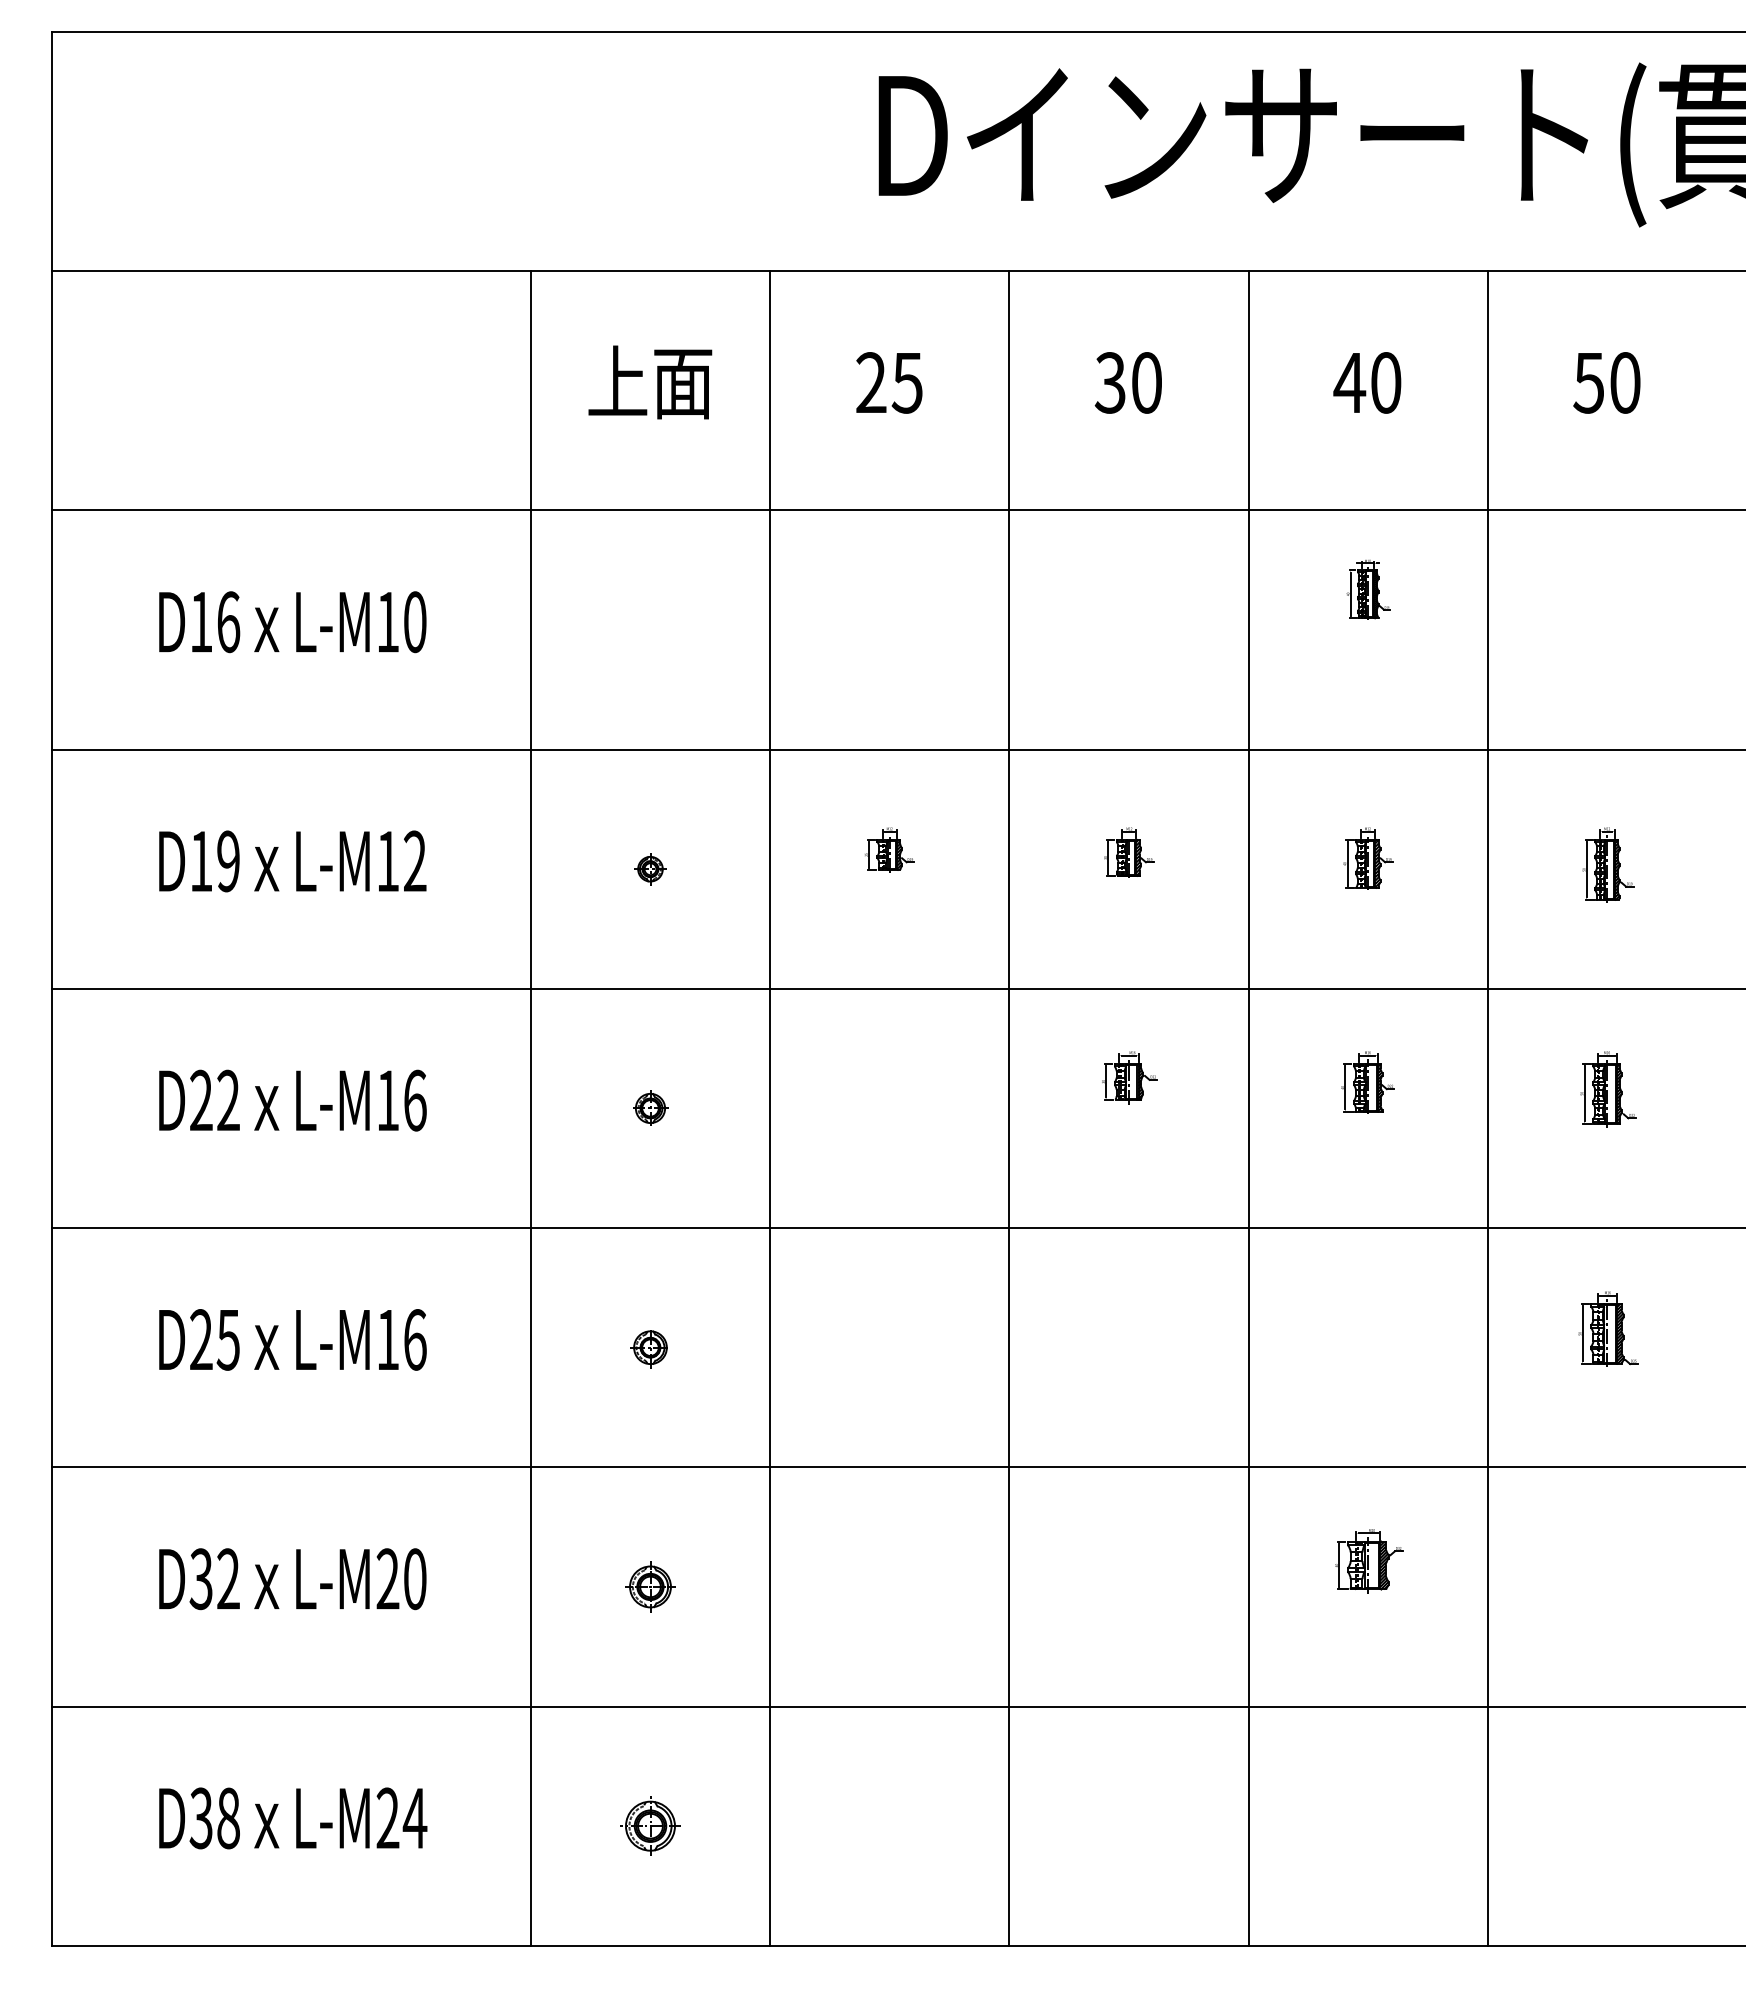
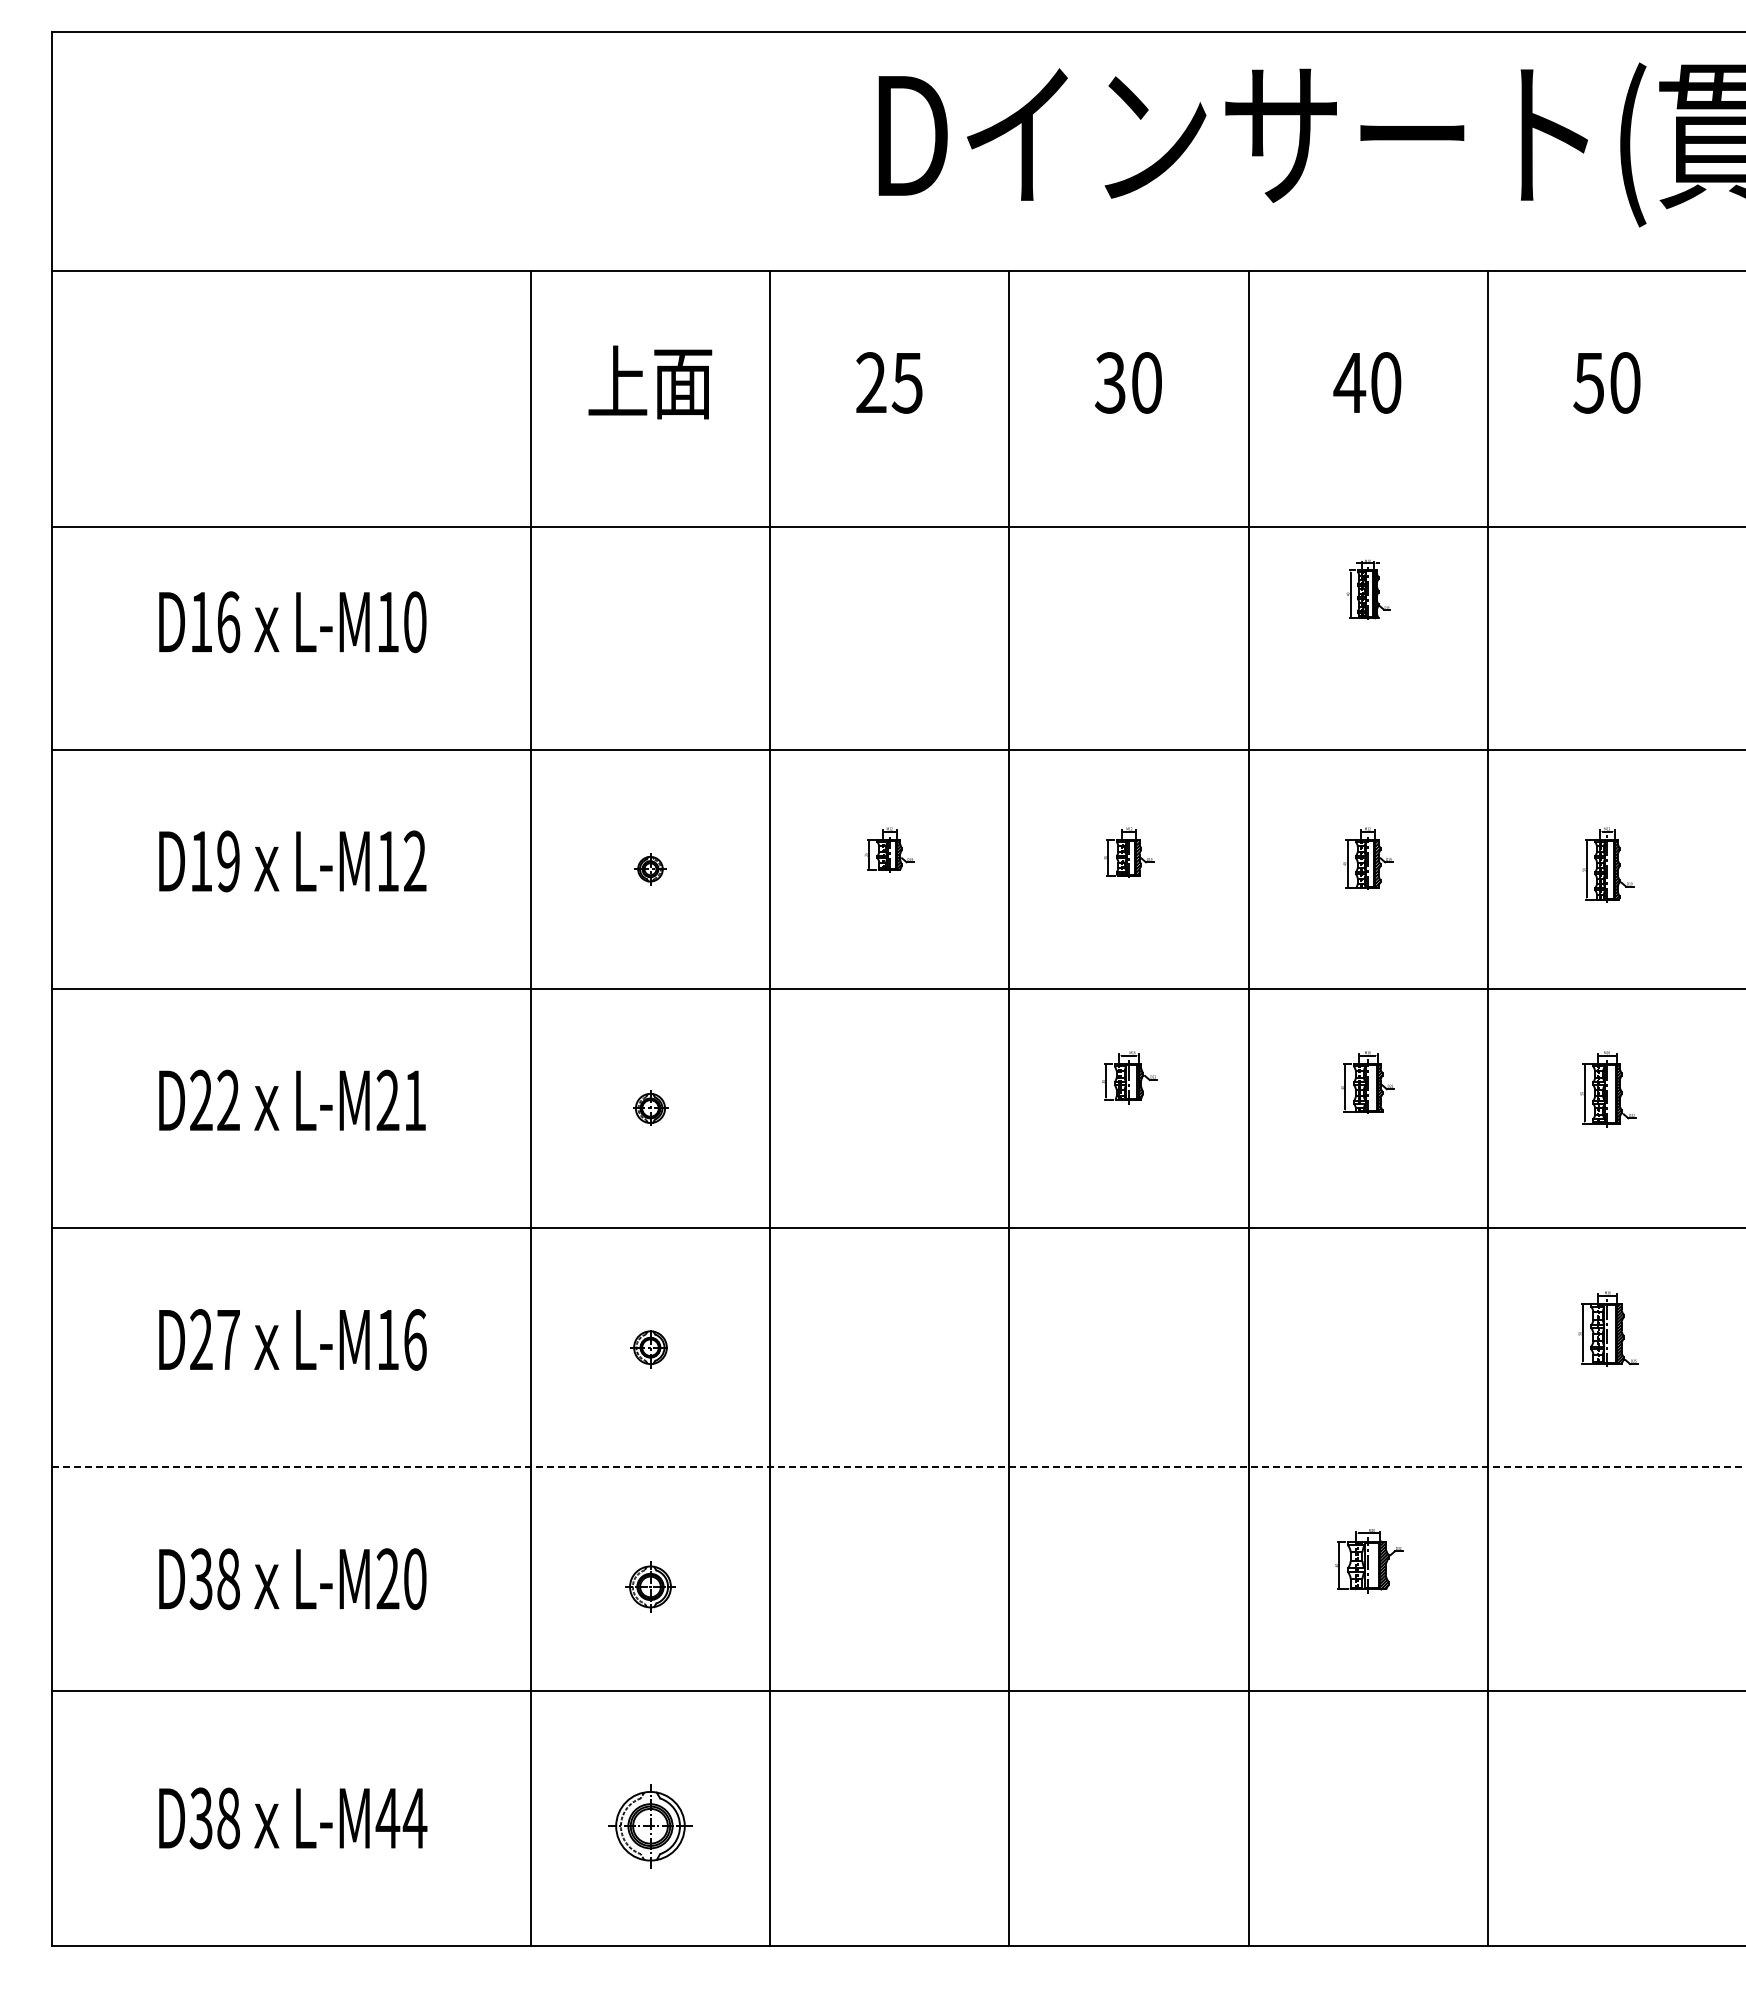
line at (897, 510) position: (897, 510) -> (897, 527)
text at (401, 1100): L-M16 -> L-M21
text at (227, 1340): D25 -> D27
line at (899, 1467): solid -> dashed
text at (228, 1579): D32 -> D38
line at (897, 1706) position: (897, 1706) -> (897, 1690)
text at (387, 1817): L-M24 -> L-M44
part at (650, 1825) size: 61x60 px -> 85x85 px
